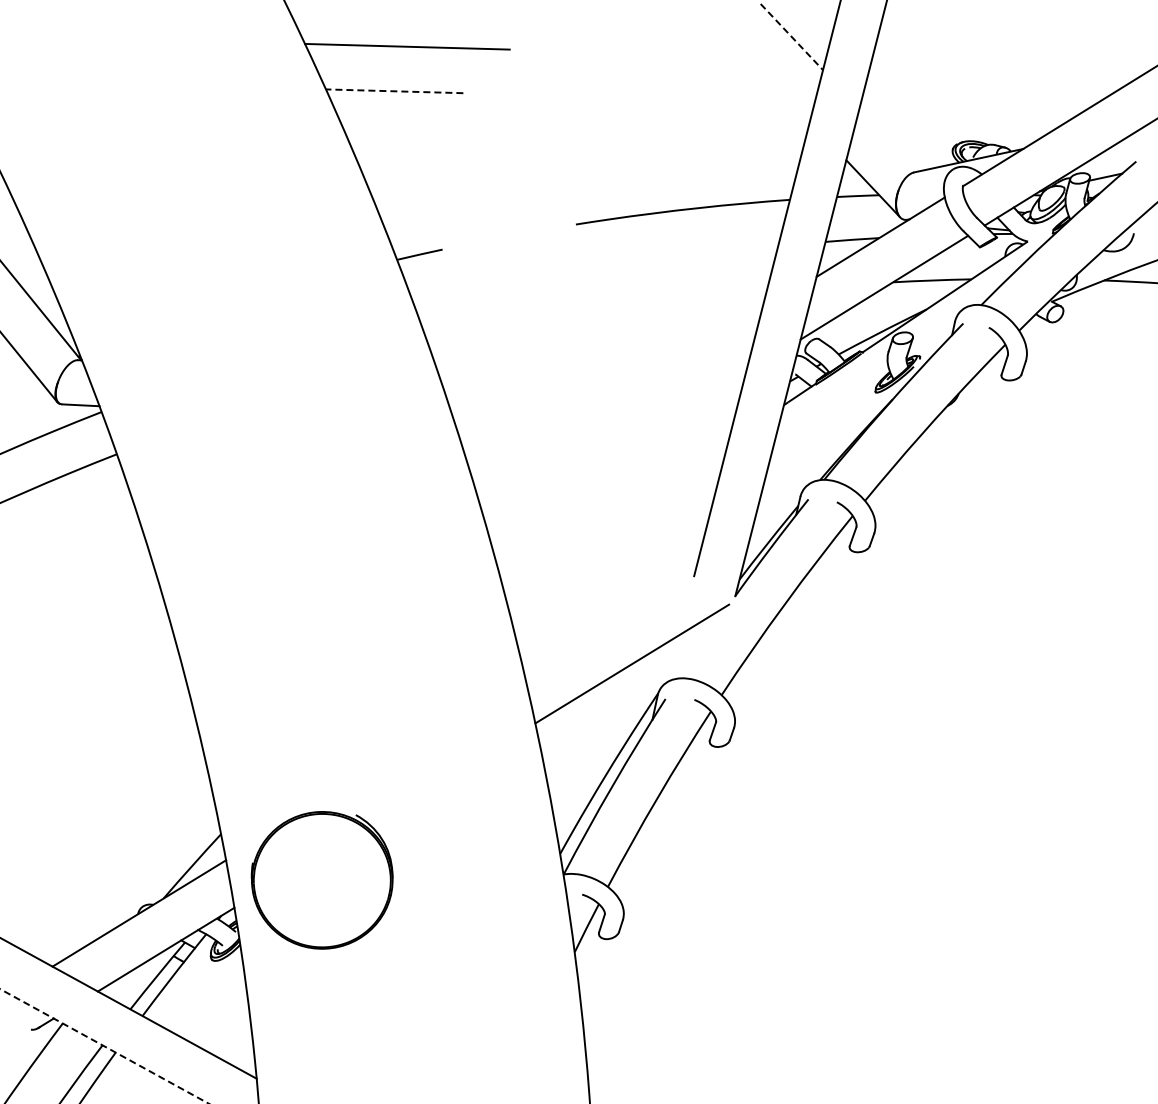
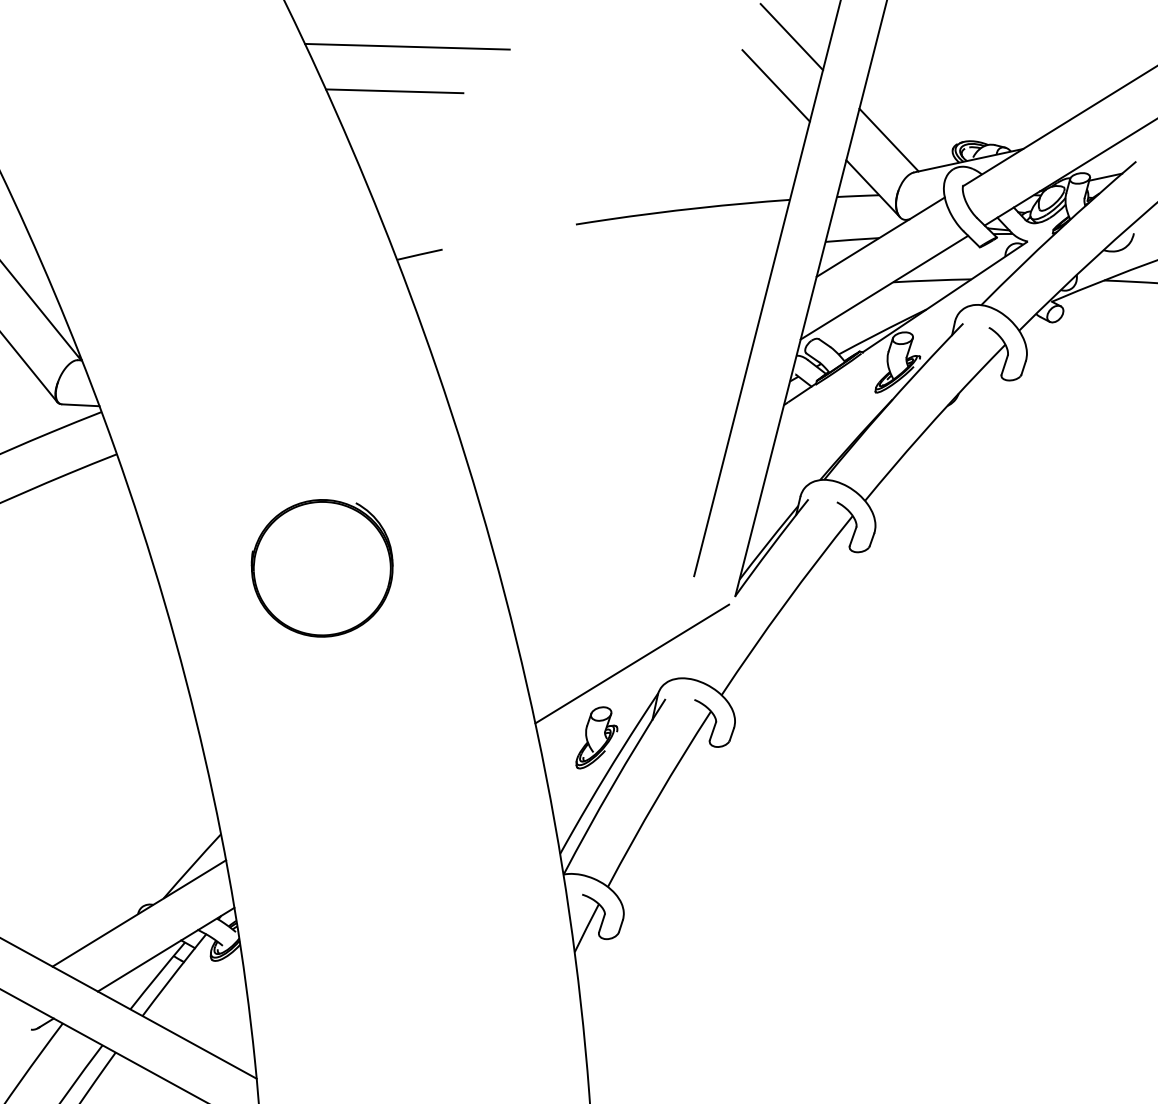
line at (792, 37): dashed -> solid
line at (775, 85): none -> present
line at (394, 91): dashed -> solid
line at (888, 139): none -> present
part at (596, 737): none -> present
part at (321, 880) position: (321, 880) -> (321, 568)
line at (104, 1046): dashed -> solid
